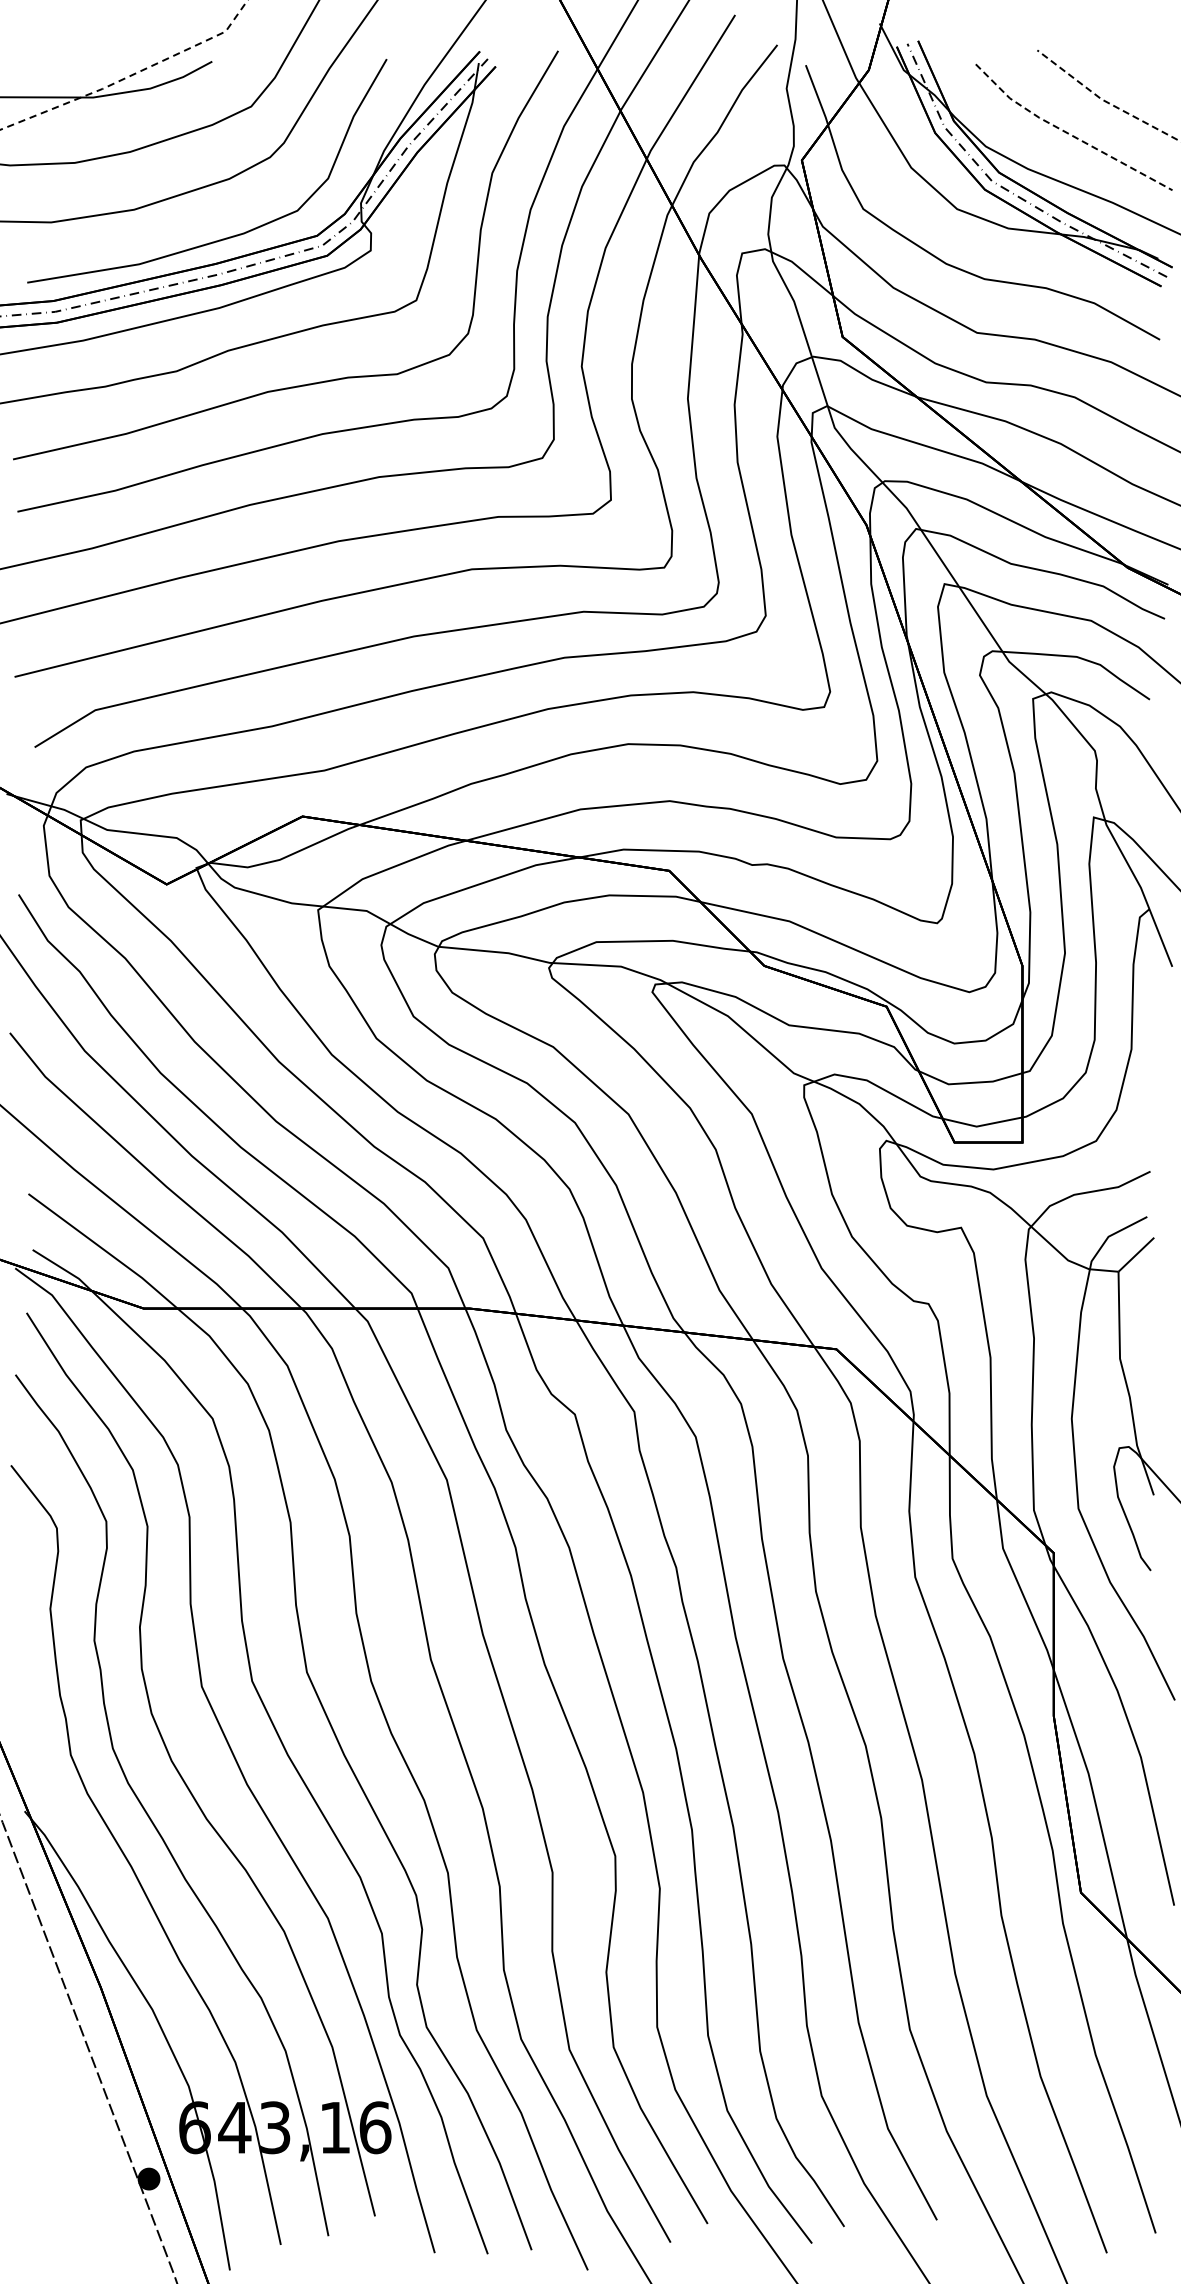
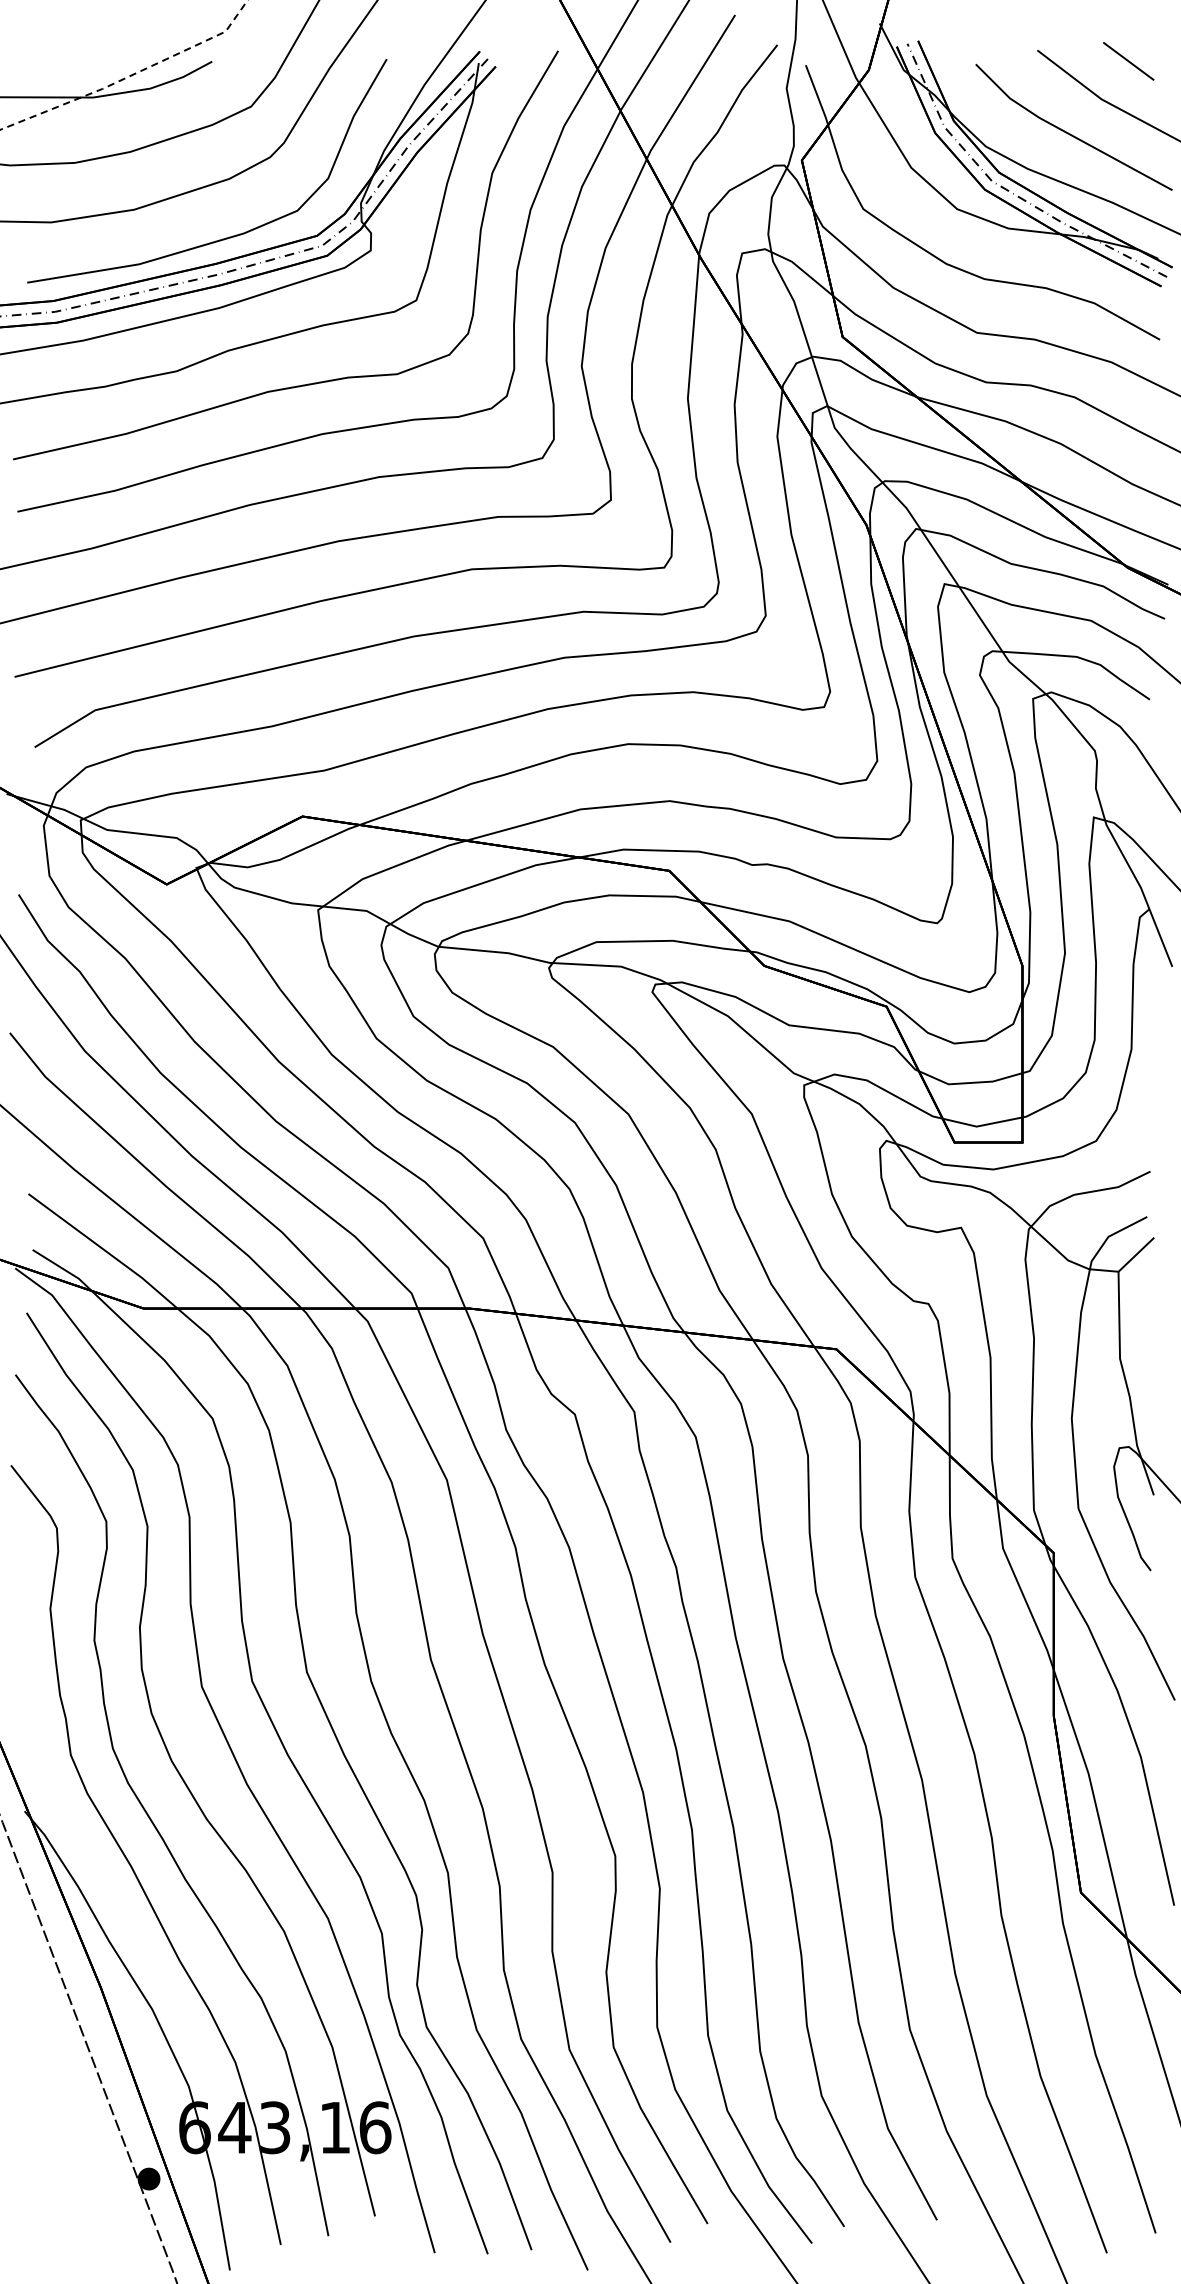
line at (1128, 61): none -> present
line at (1105, 101): dashed -> solid
line at (1068, 133): dashed -> solid
